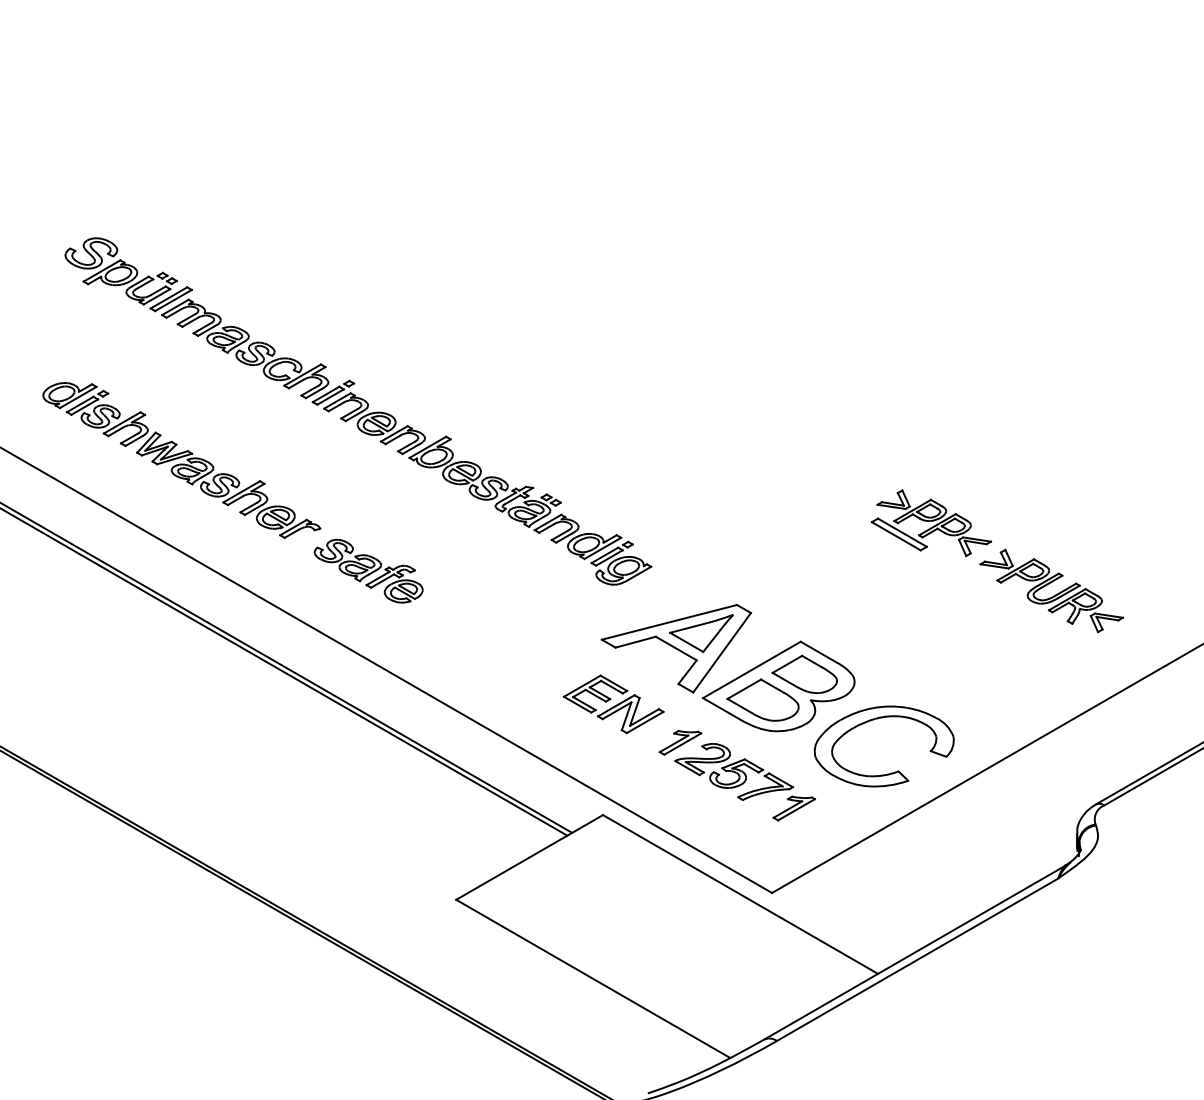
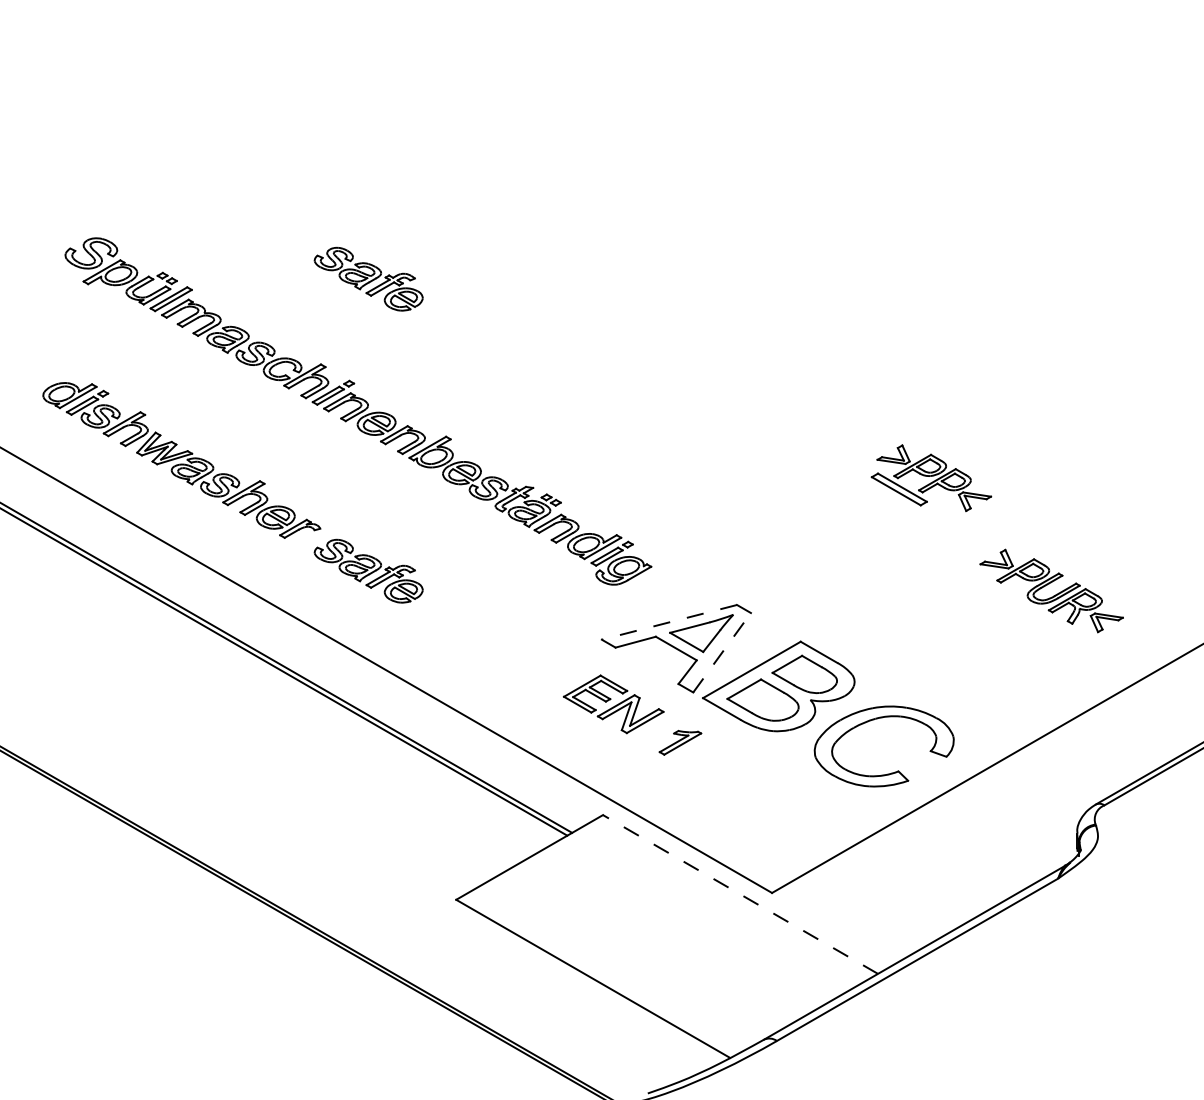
part at (368, 278): none -> present
part at (931, 522) position: (931, 522) -> (931, 477)
line at (669, 622): solid -> dashed
line at (722, 652): solid -> dashed
part at (744, 782): present -> none
line at (740, 894): solid -> dashed
